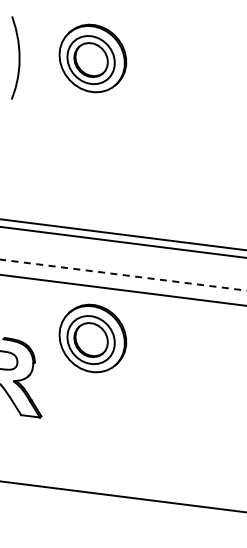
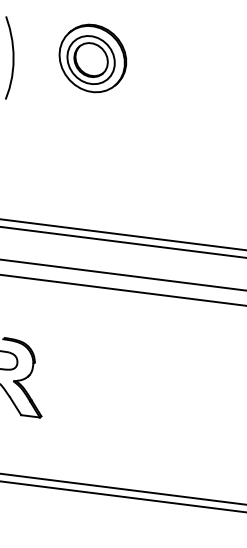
curve at (18, 57) position: (18, 57) -> (12, 57)
line at (123, 275): dashed -> solid
part at (92, 338): present -> none
line at (122, 489): none -> present
